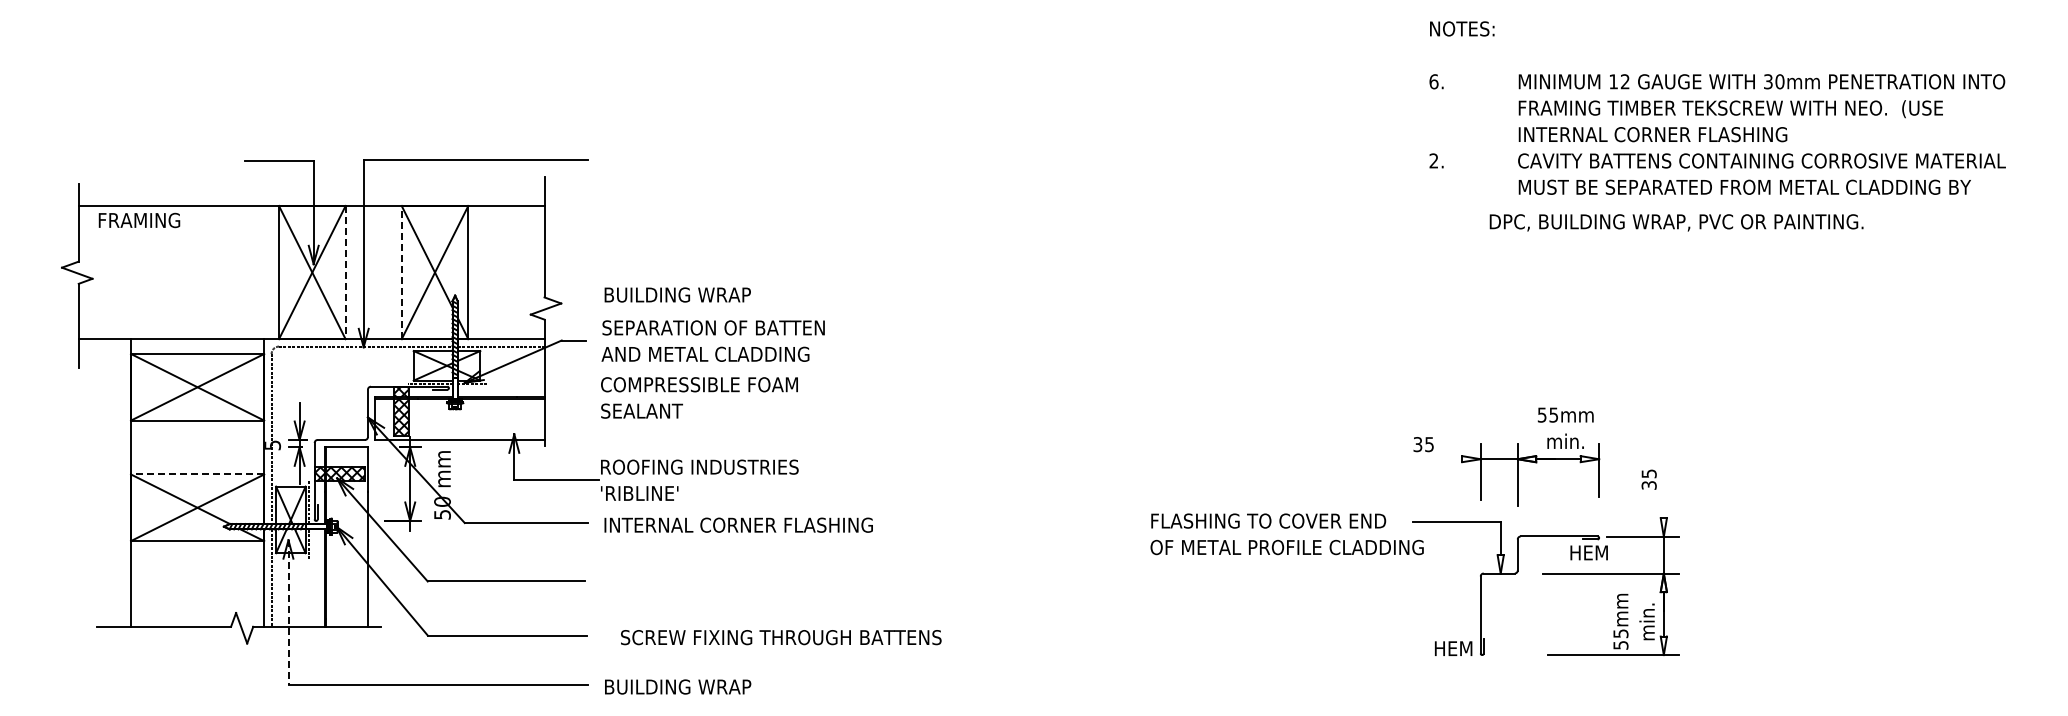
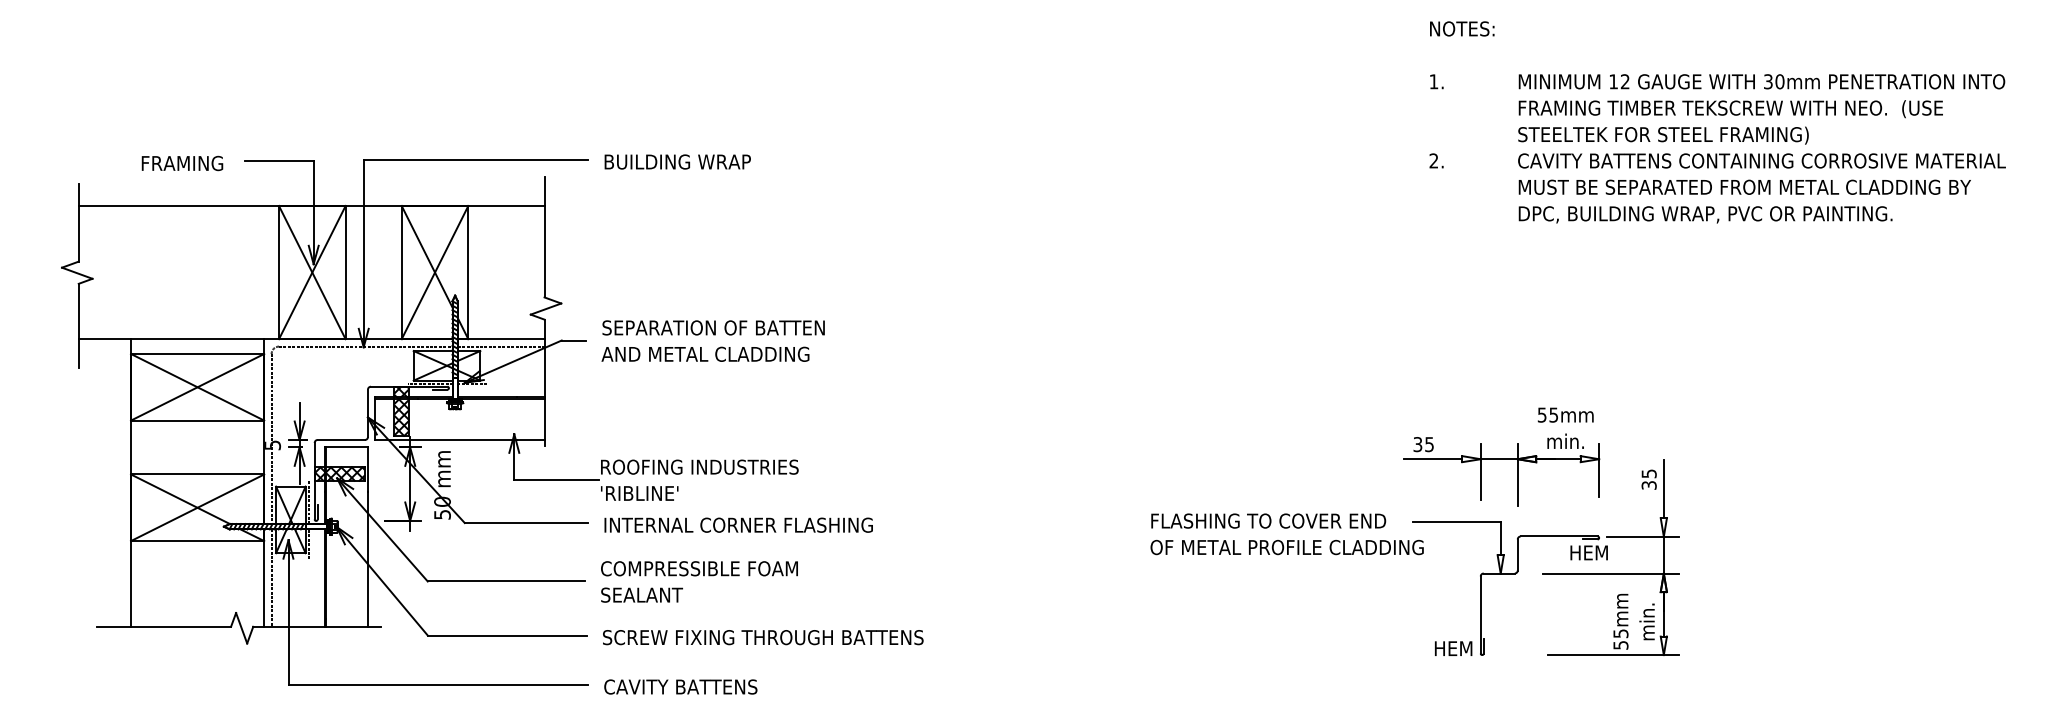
text at (1433, 81): 6. -> 1.
text at (1663, 135): INTERNAL CORNER FLASHING -> STEELTEK FOR STEEL FRAMING)
text at (139, 220) position: (139, 220) -> (182, 163)
text at (1676, 222) position: (1676, 222) -> (1705, 214)
line at (345, 272): dashed -> solid
line at (401, 272): dashed -> solid
text at (677, 294) position: (677, 294) -> (677, 161)
text at (699, 397) position: (699, 397) -> (699, 581)
line at (1432, 459): none -> present
line at (197, 474): dashed -> solid
line at (1663, 488): none -> present
line at (288, 613): dashed -> solid
text at (781, 637) position: (781, 637) -> (763, 637)
text at (680, 686): BUILDING WRAP -> CAVITY BATTENS
